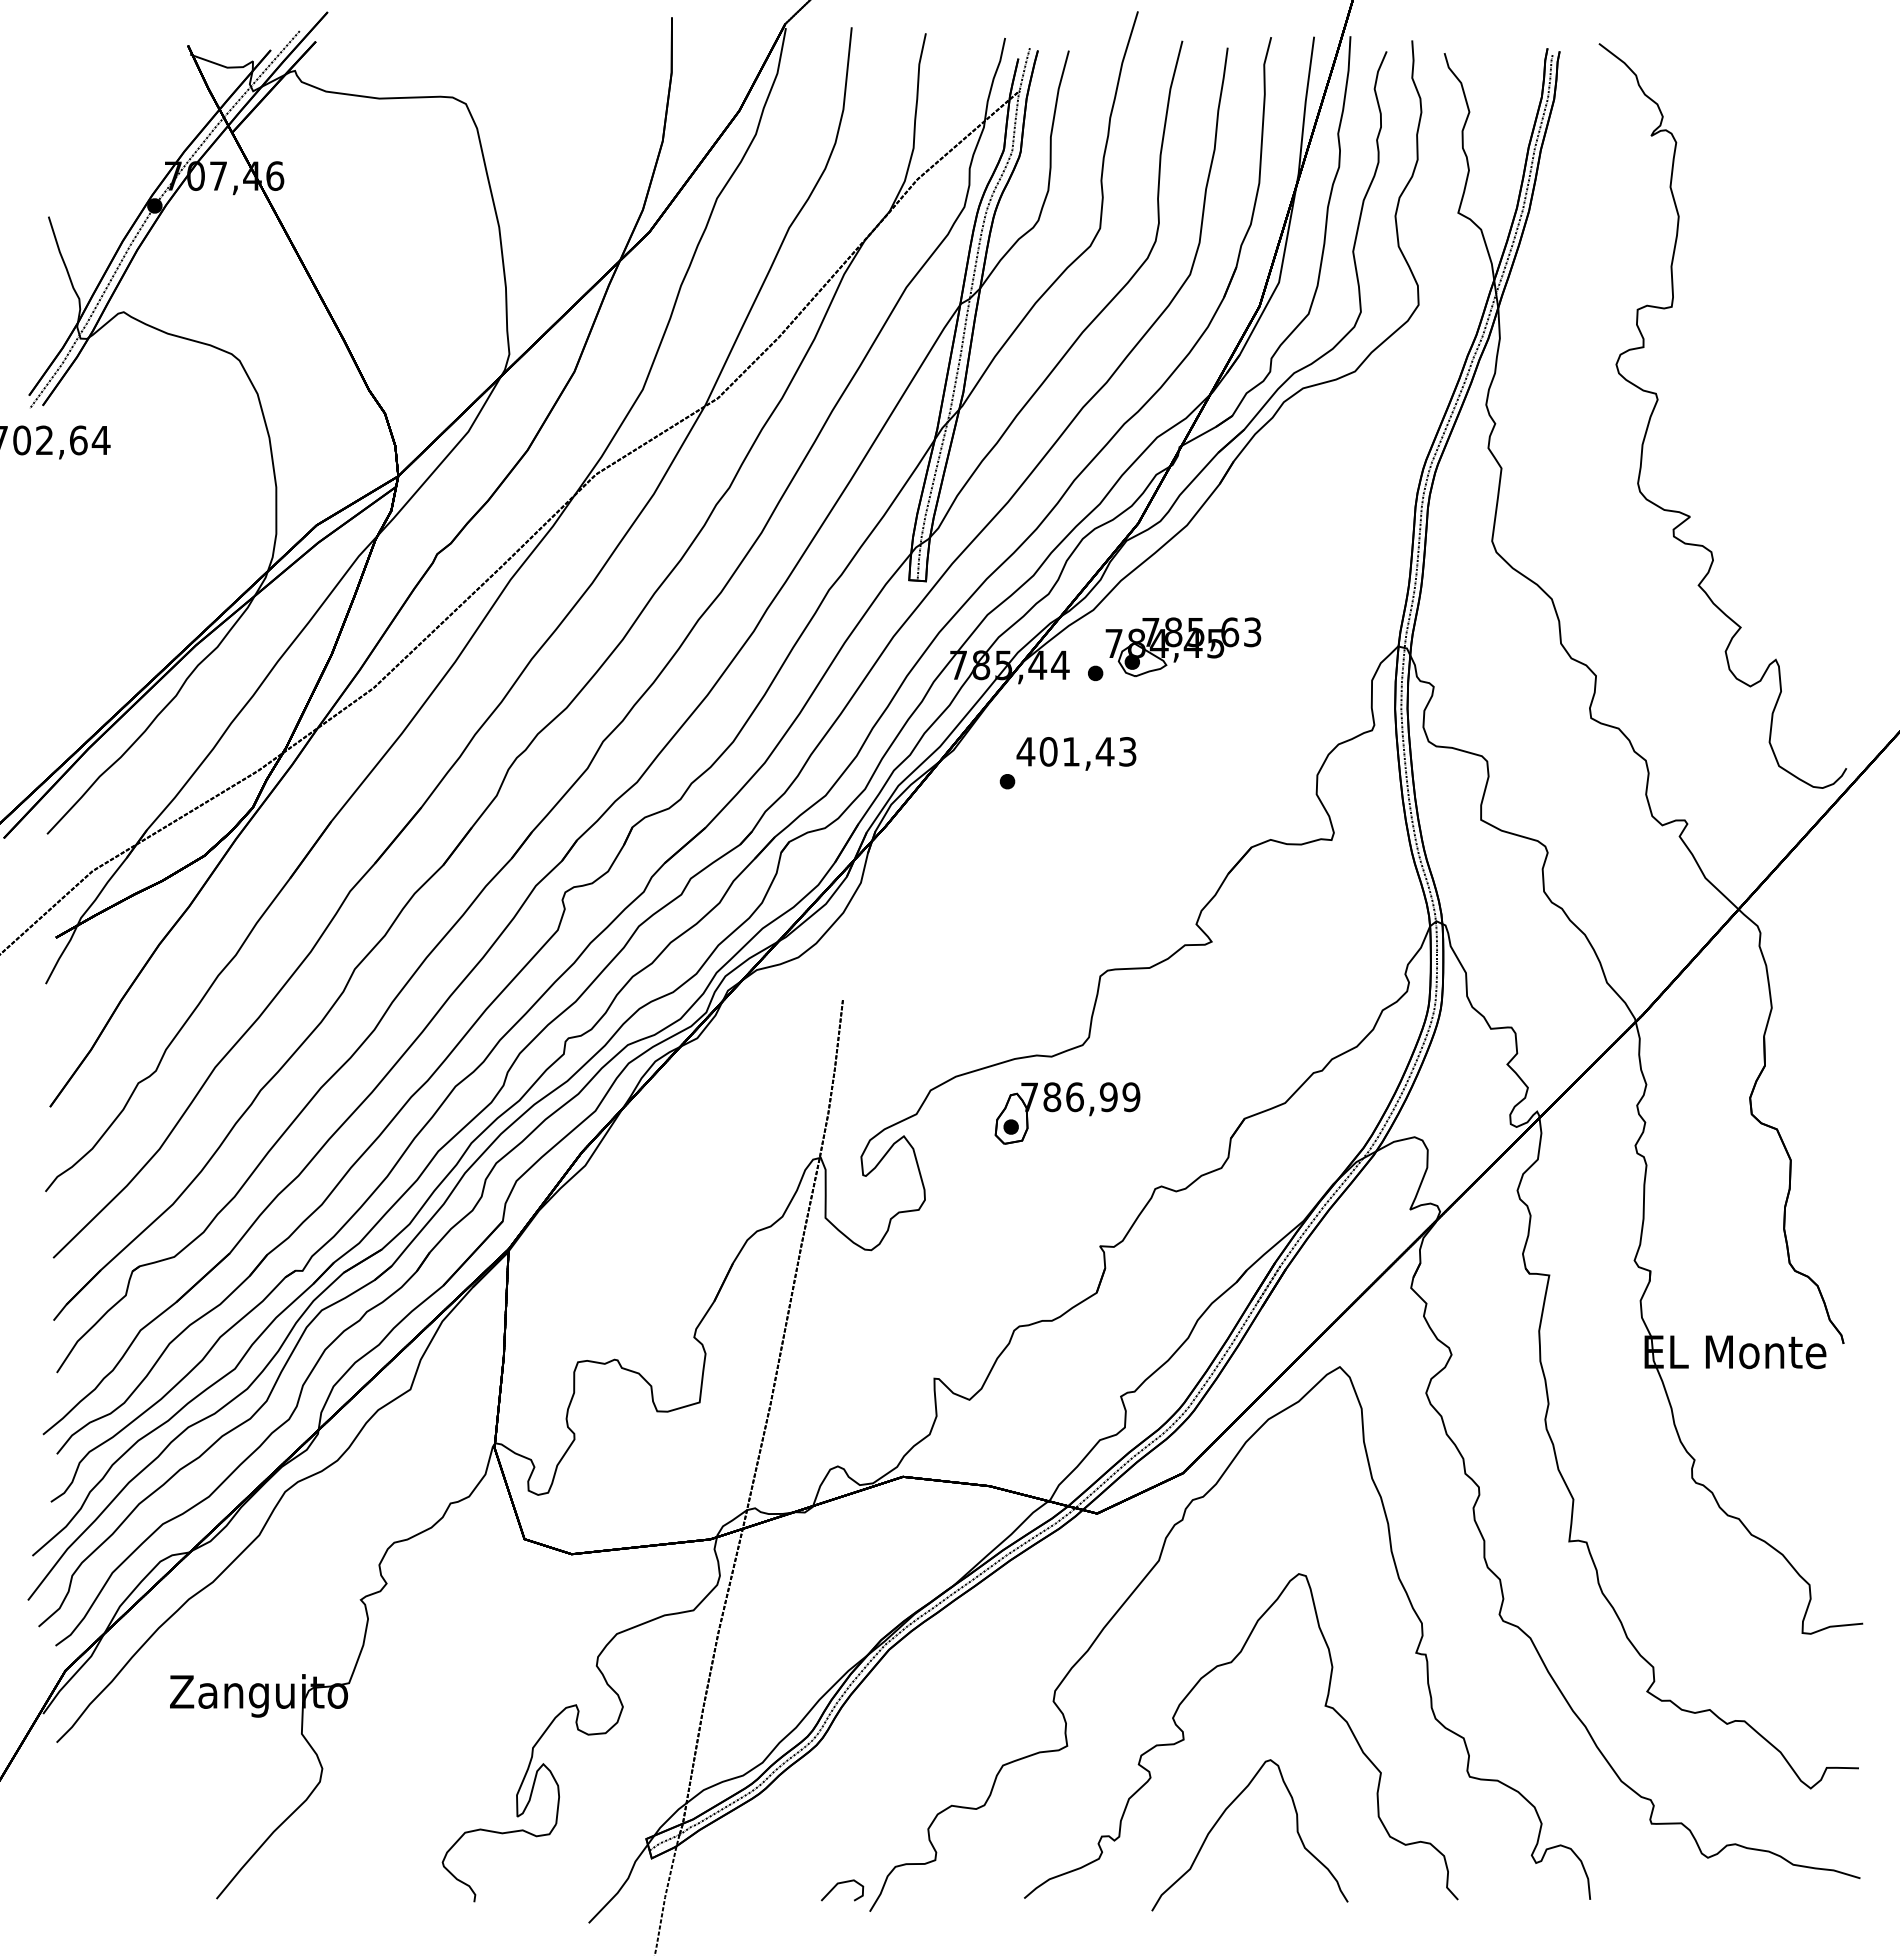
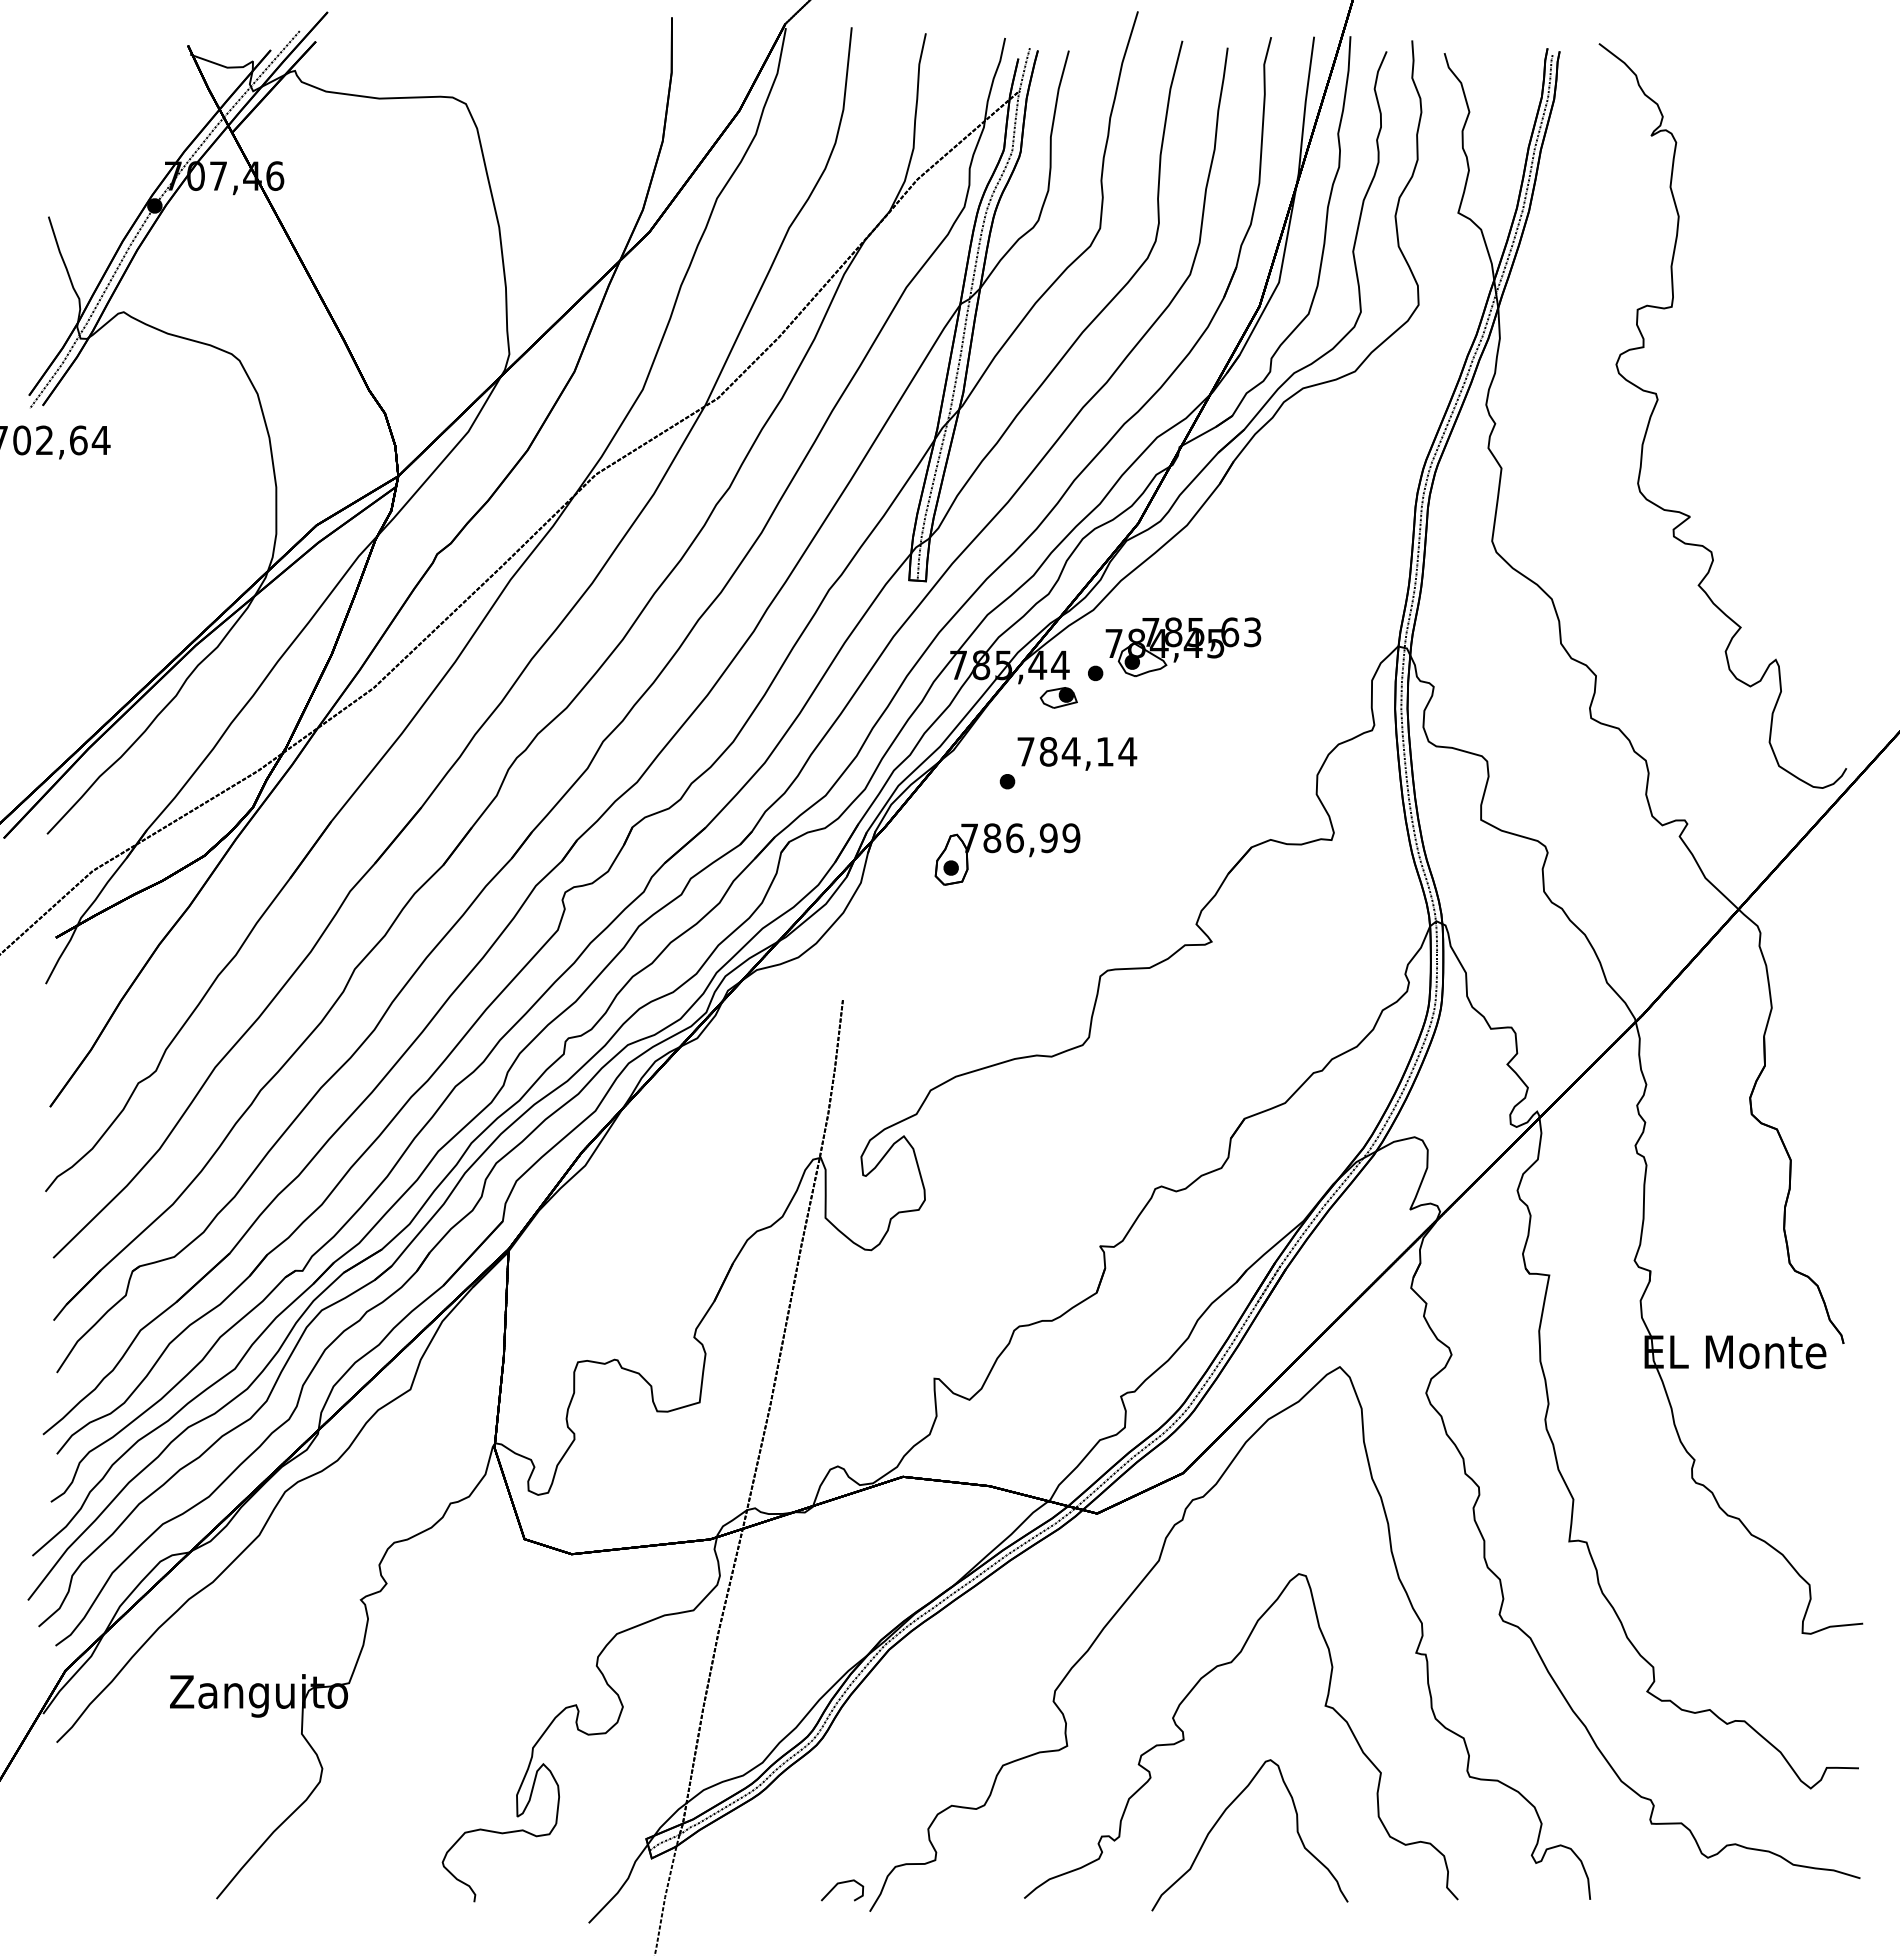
part at (1058, 697): none -> present
text at (1076, 751): 401,43 -> 784,14
part at (1067, 1113) position: (1067, 1113) -> (1007, 854)
